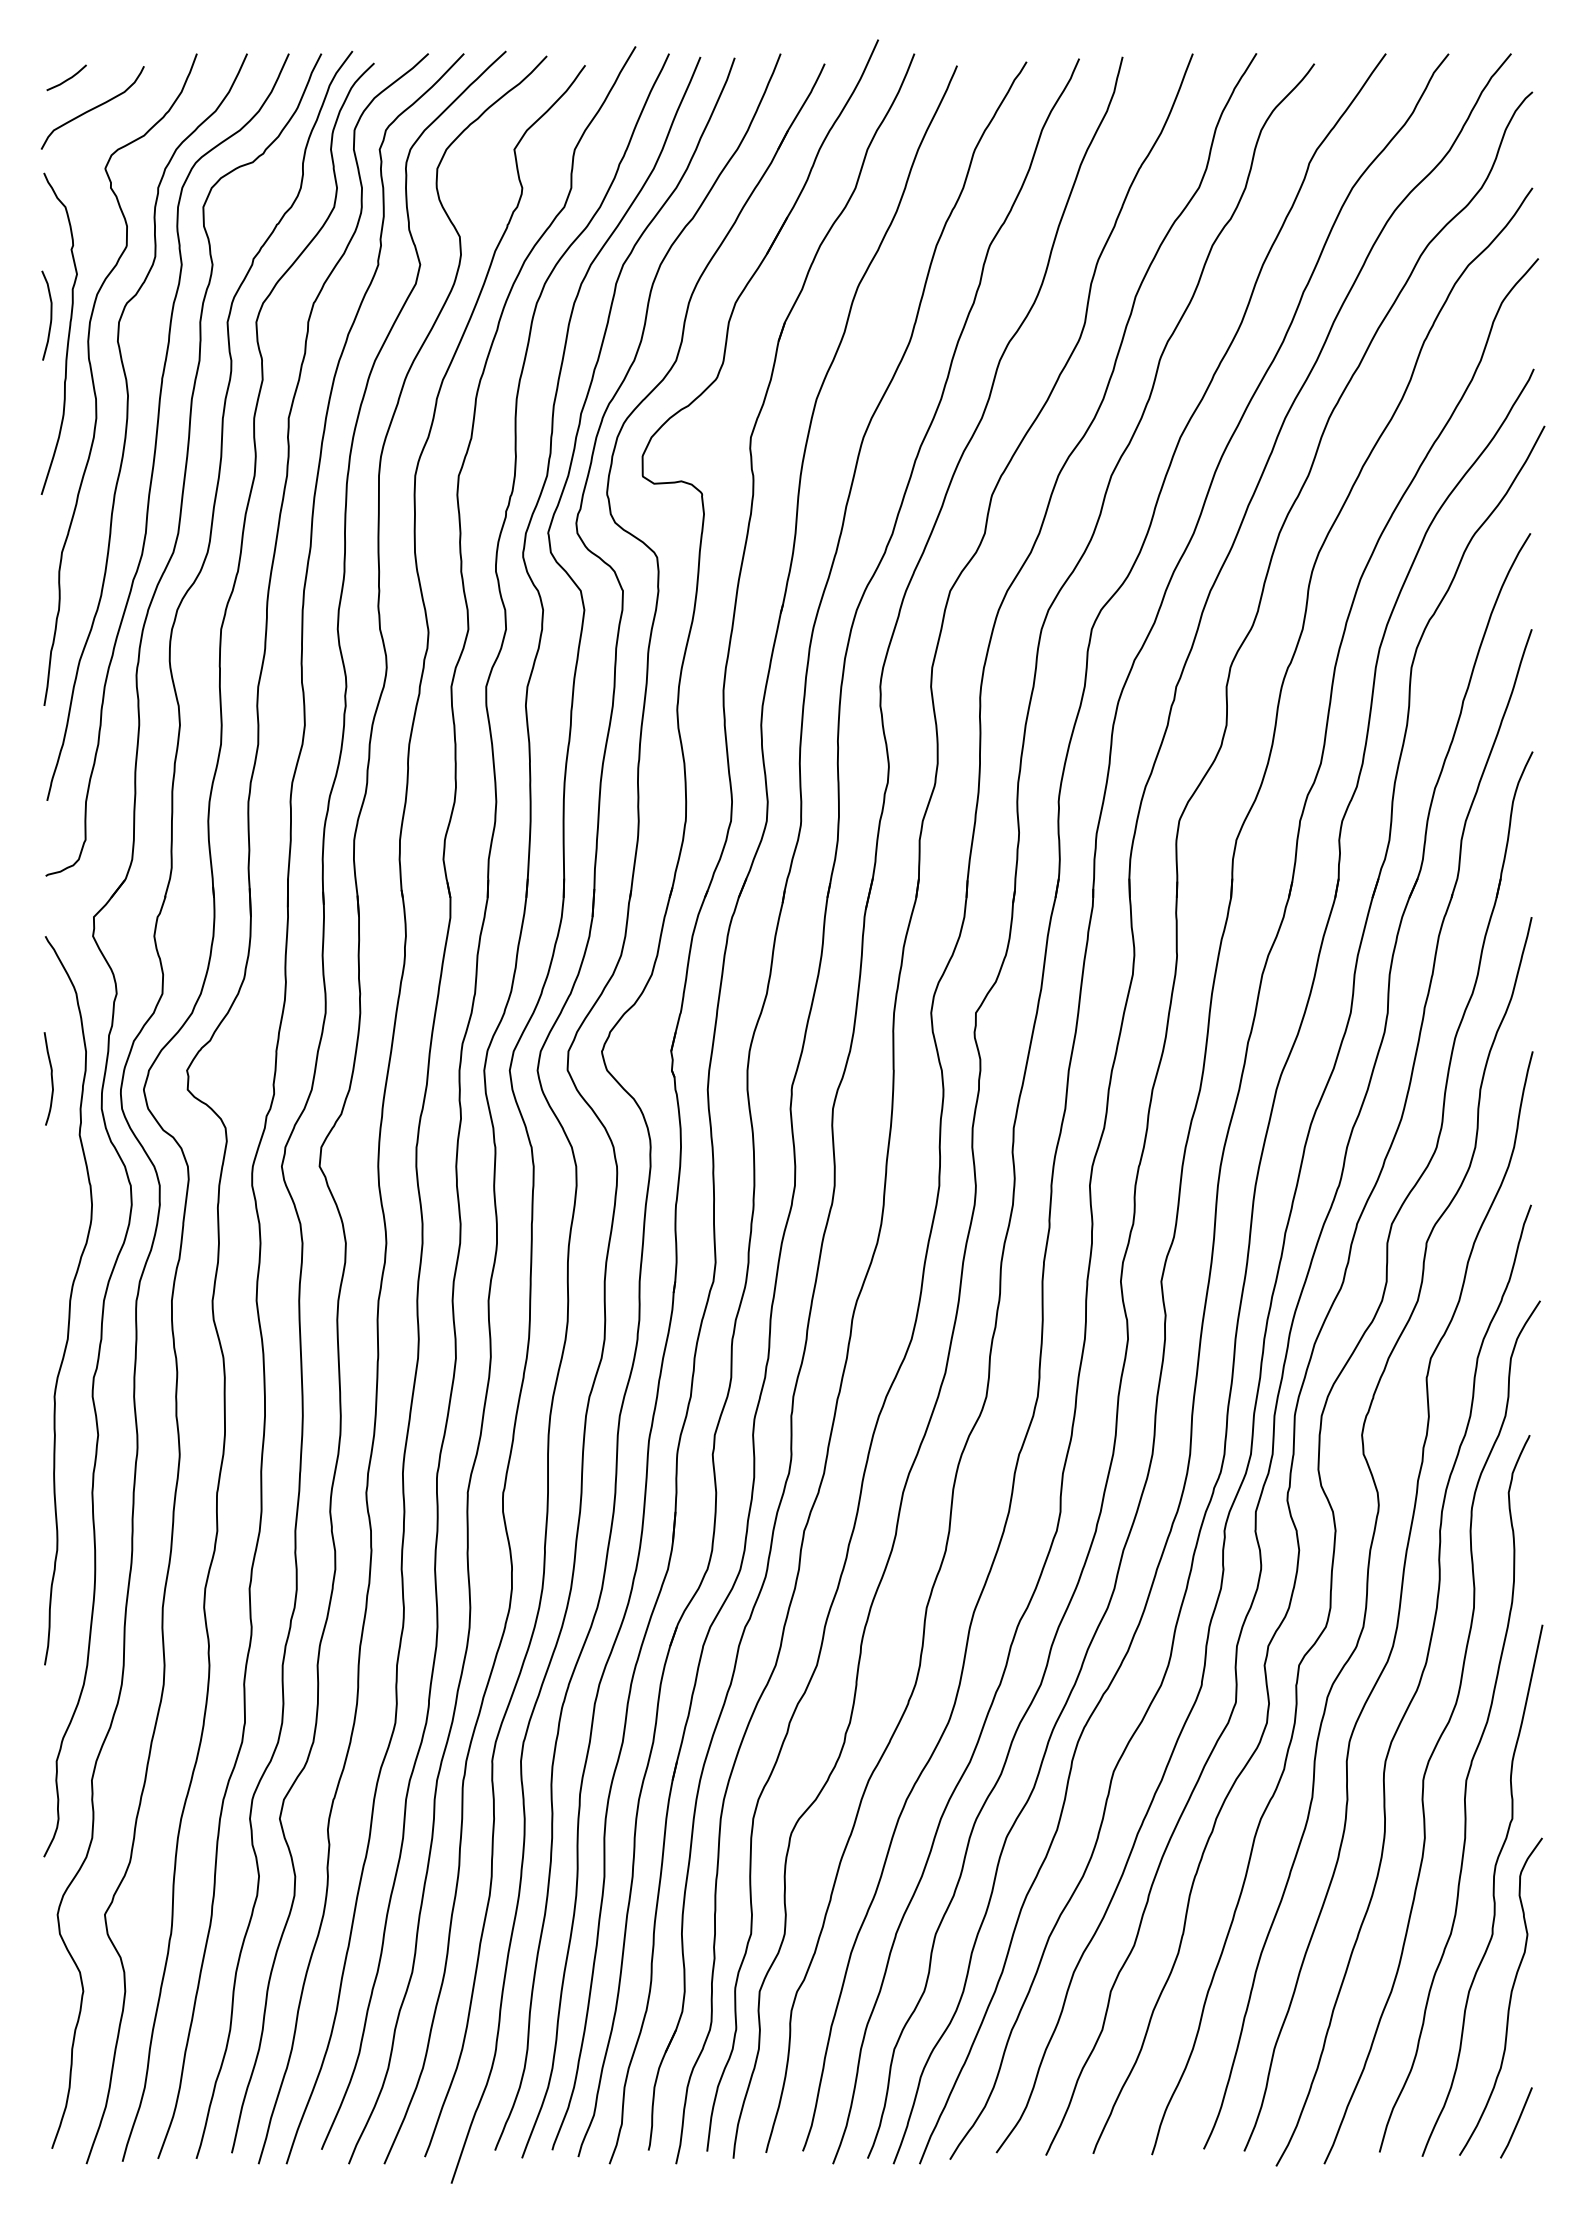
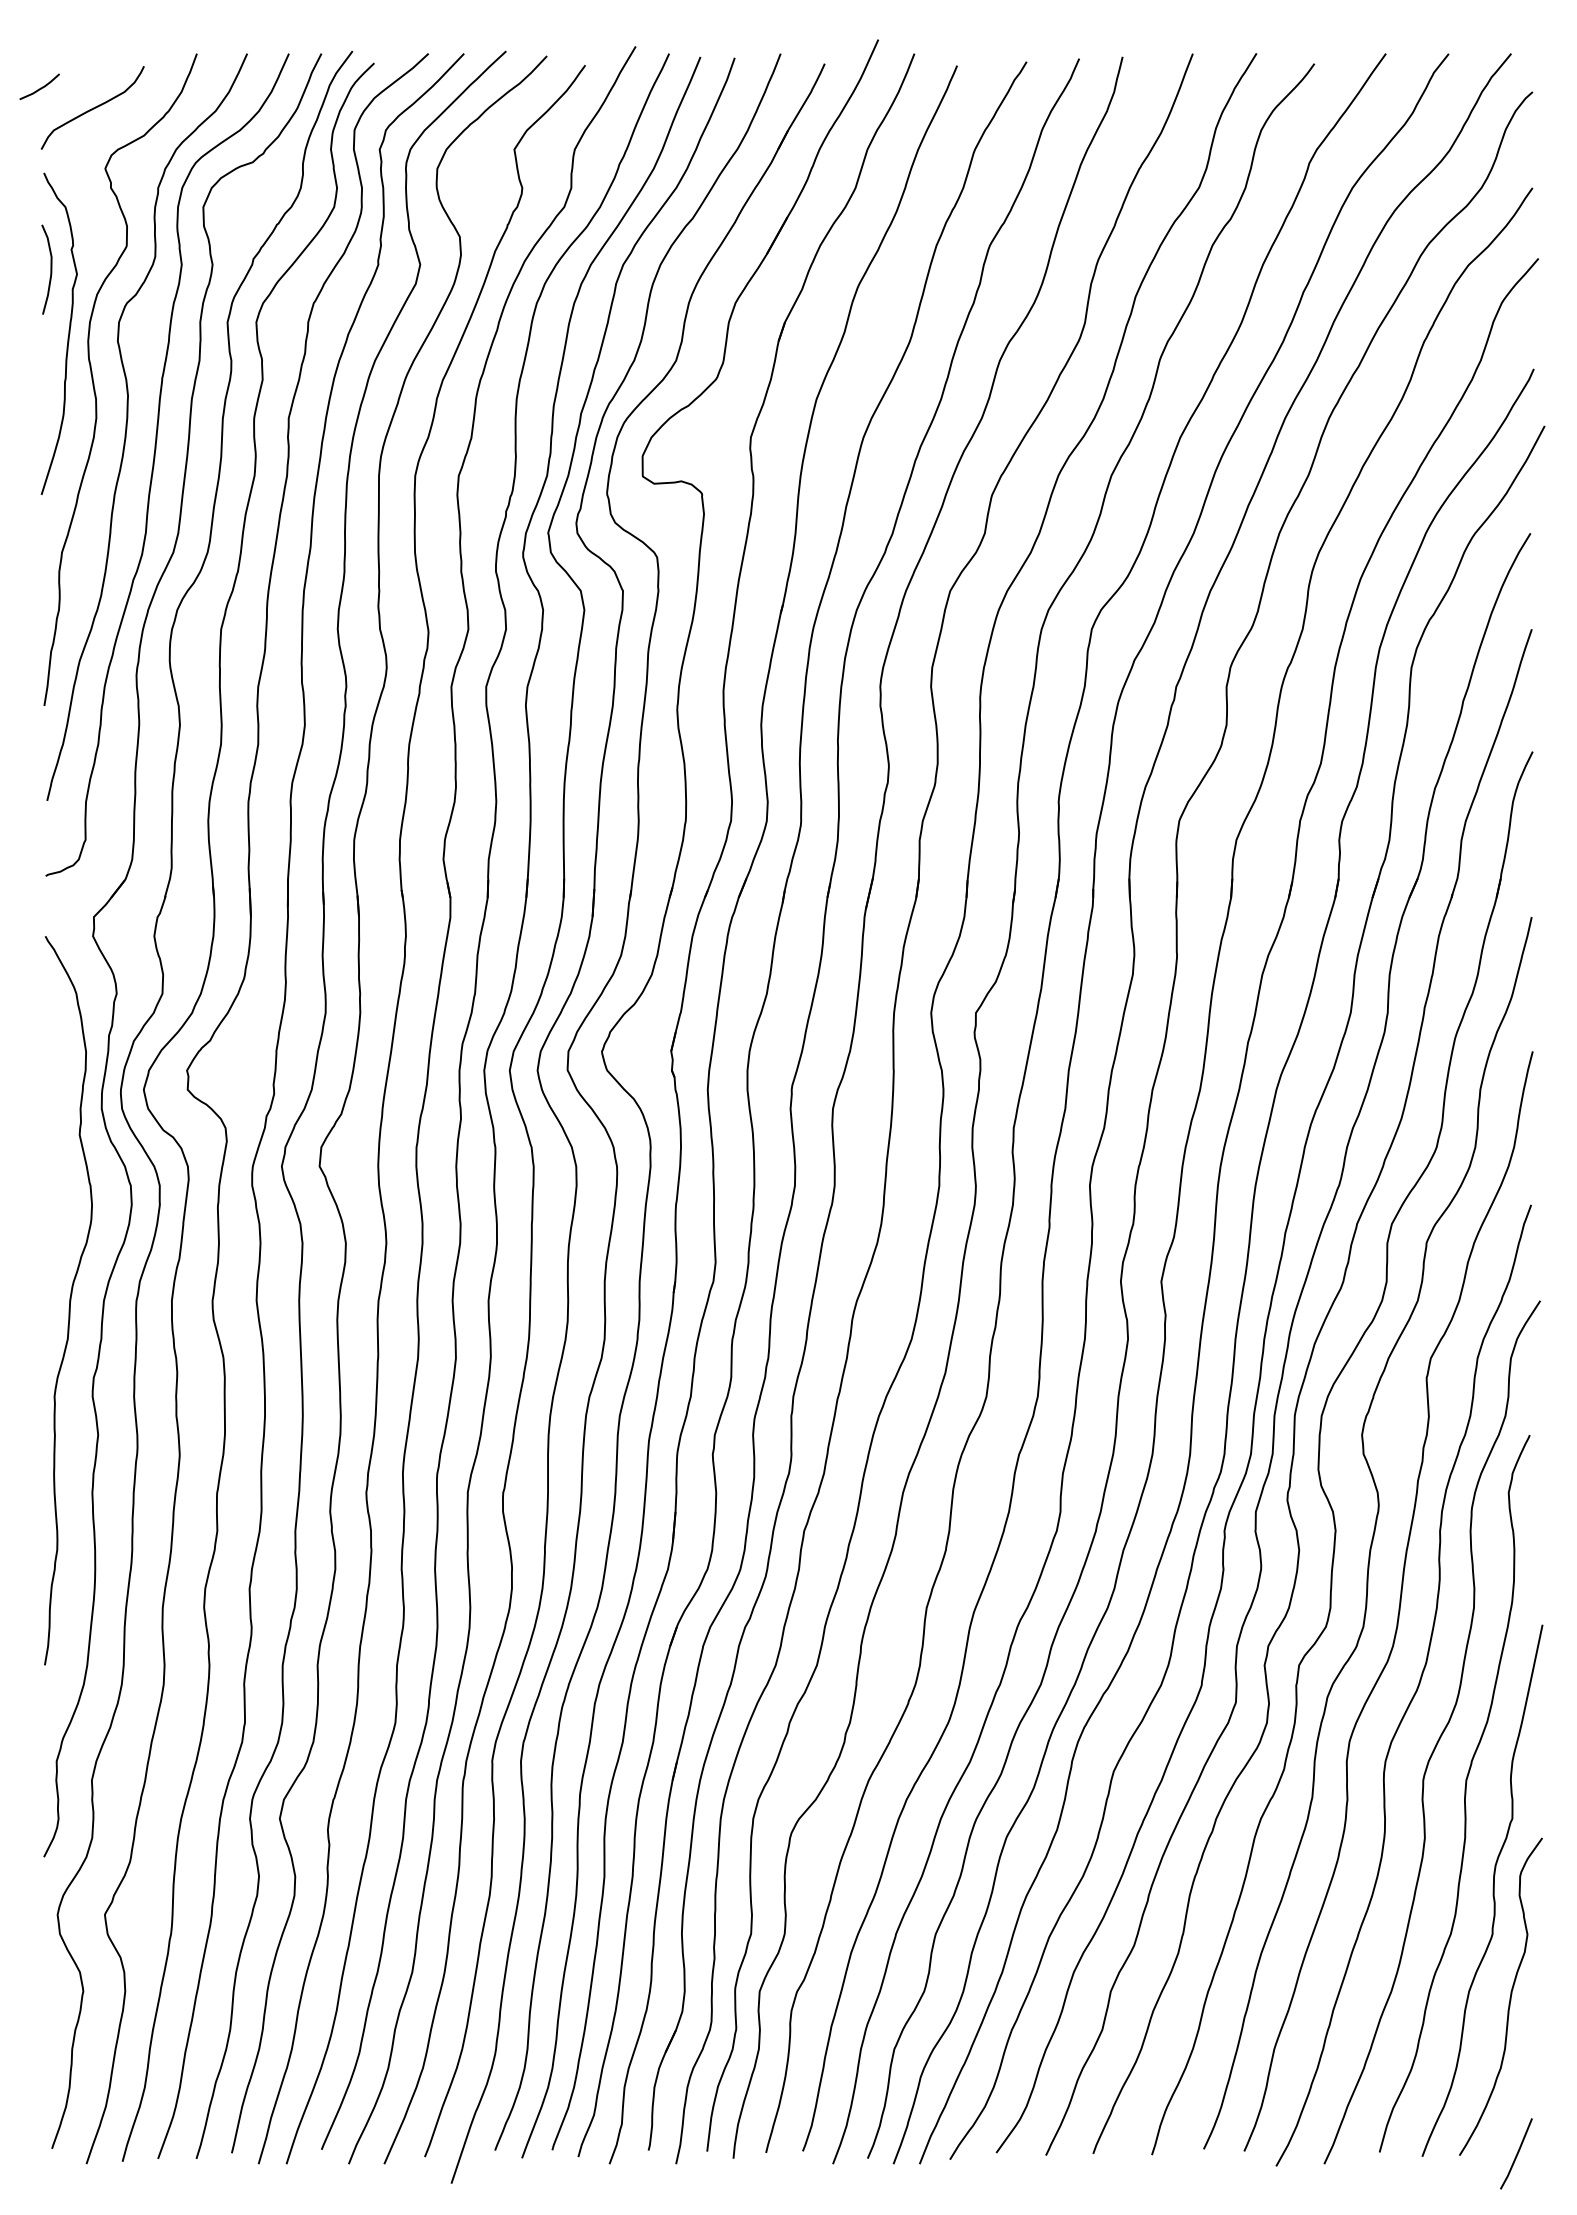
curve at (67, 78) position: (67, 78) -> (40, 87)
curve at (50, 315) position: (50, 315) -> (50, 269)
curve at (51, 1078): present -> none
line at (1516, 2122) position: (1516, 2122) -> (1516, 2153)
